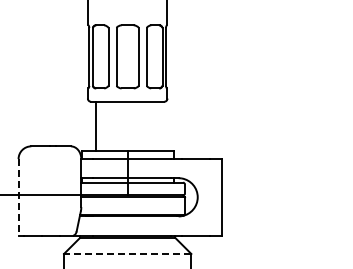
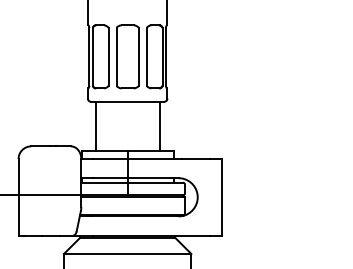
line at (159, 125): none -> present
line at (18, 197): dashed -> solid
line at (127, 253): dashed -> solid
